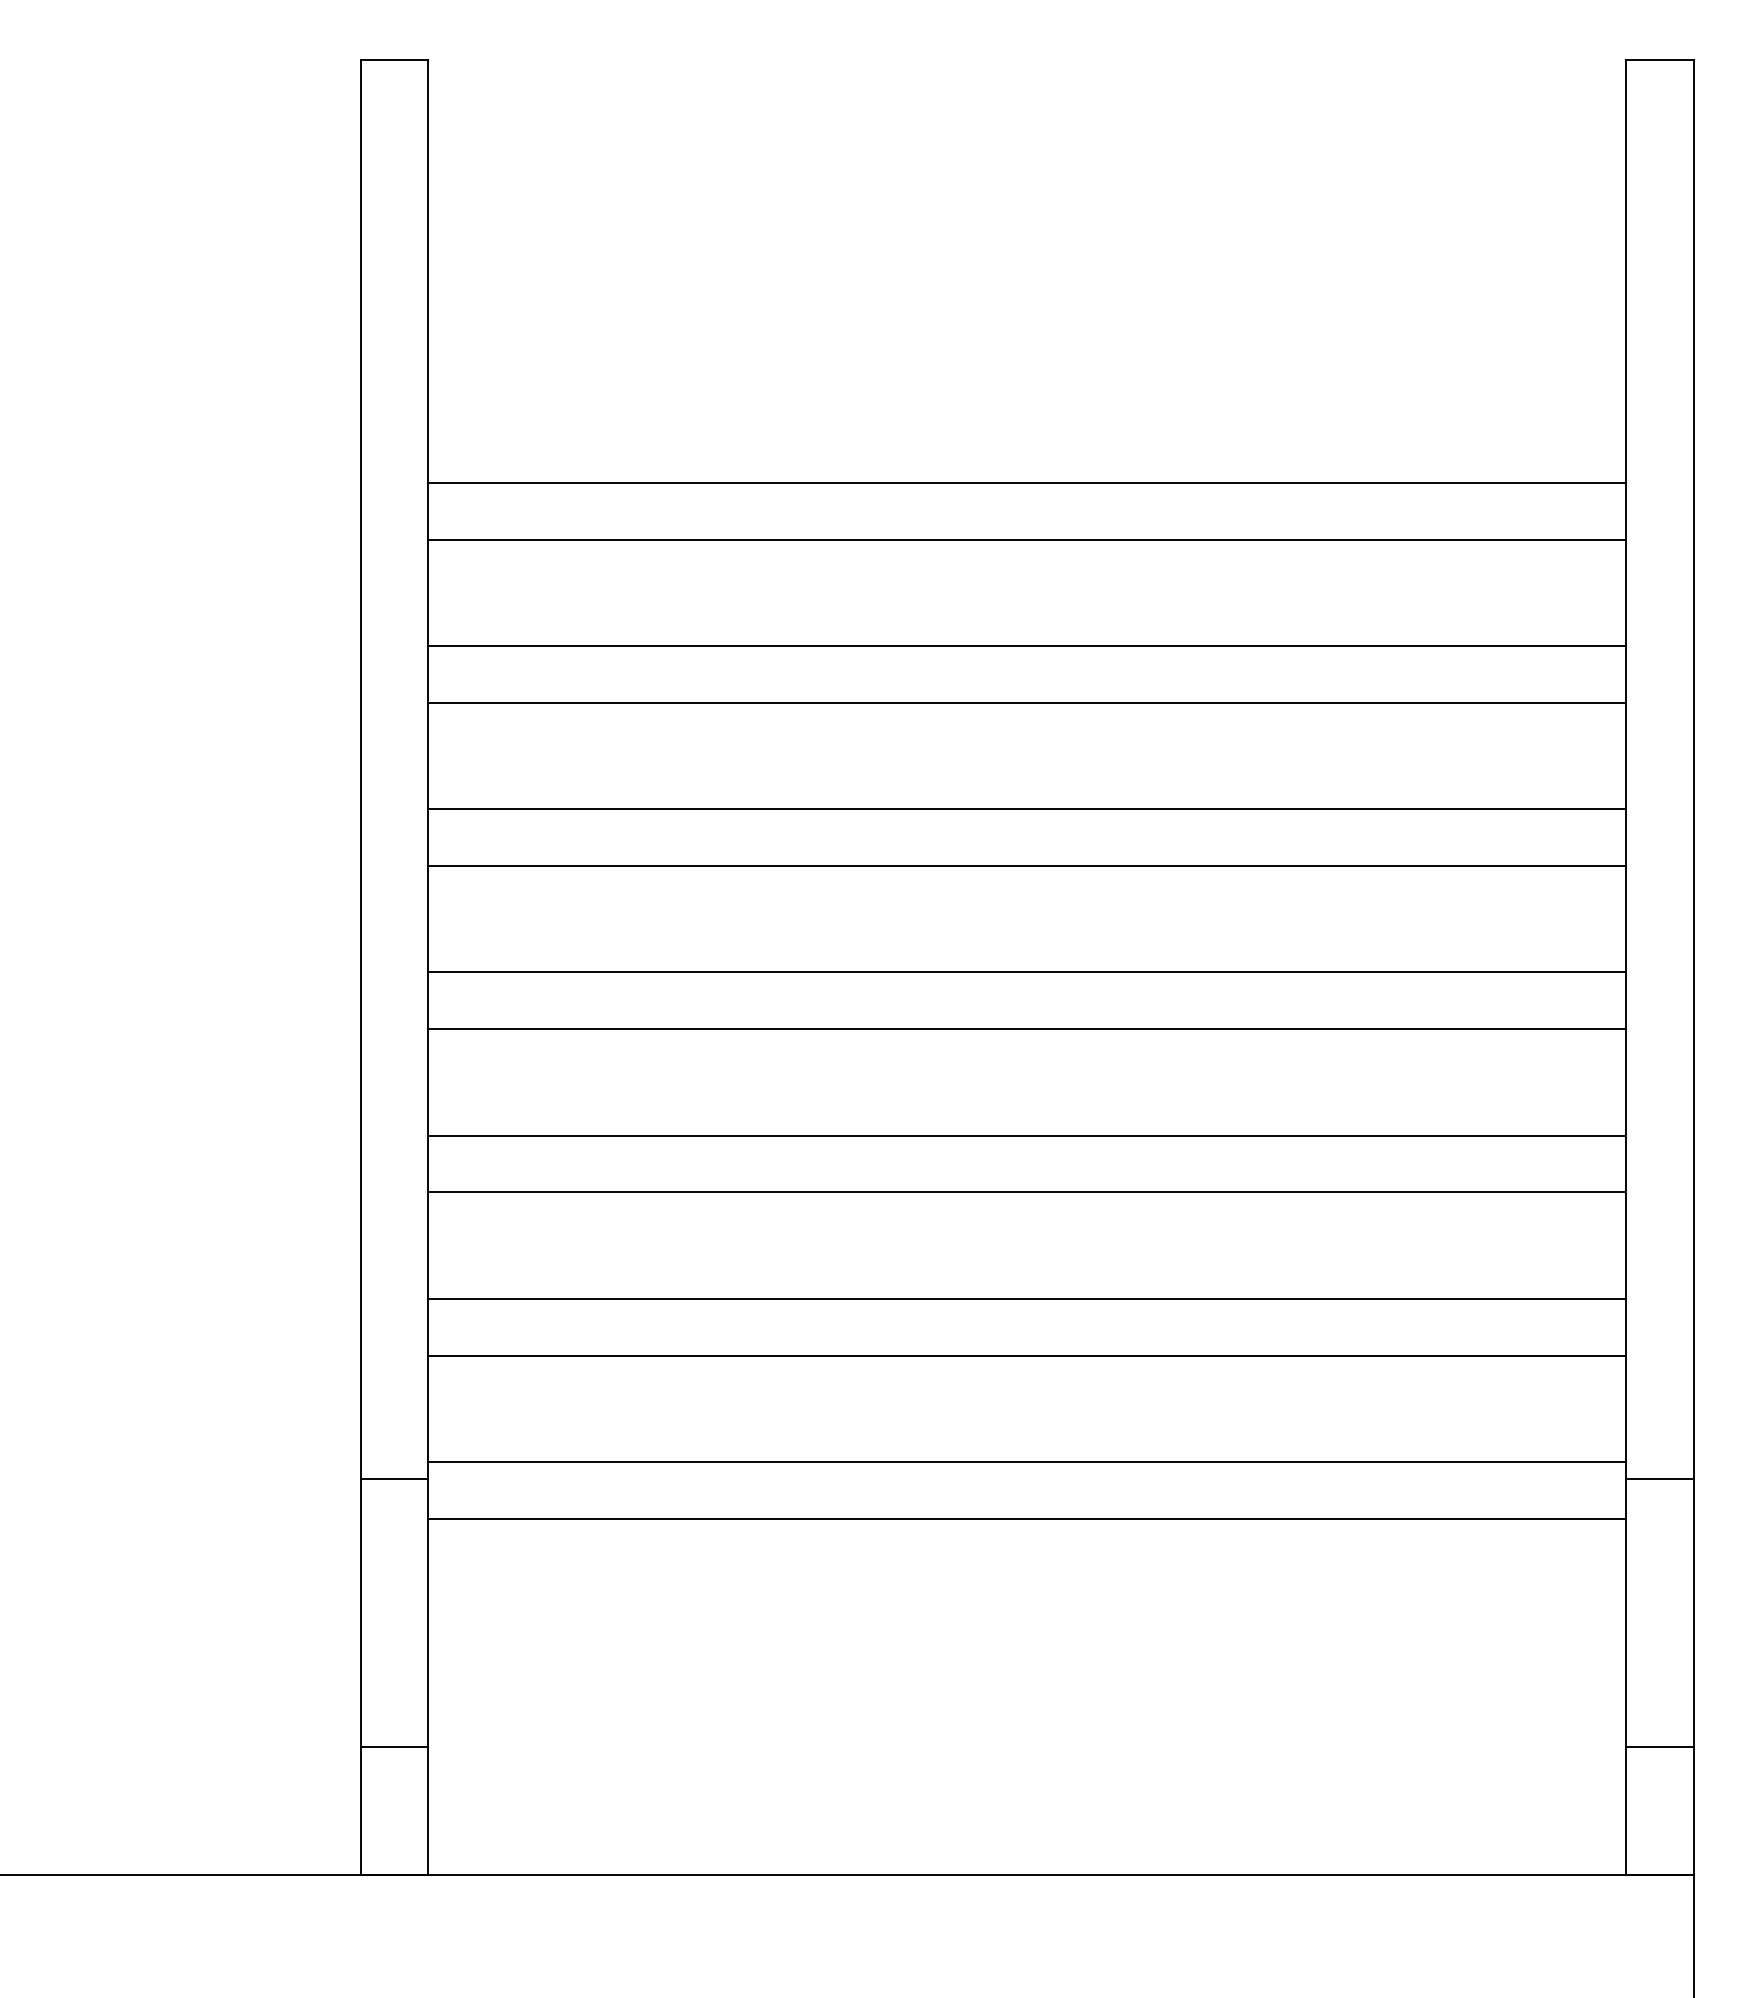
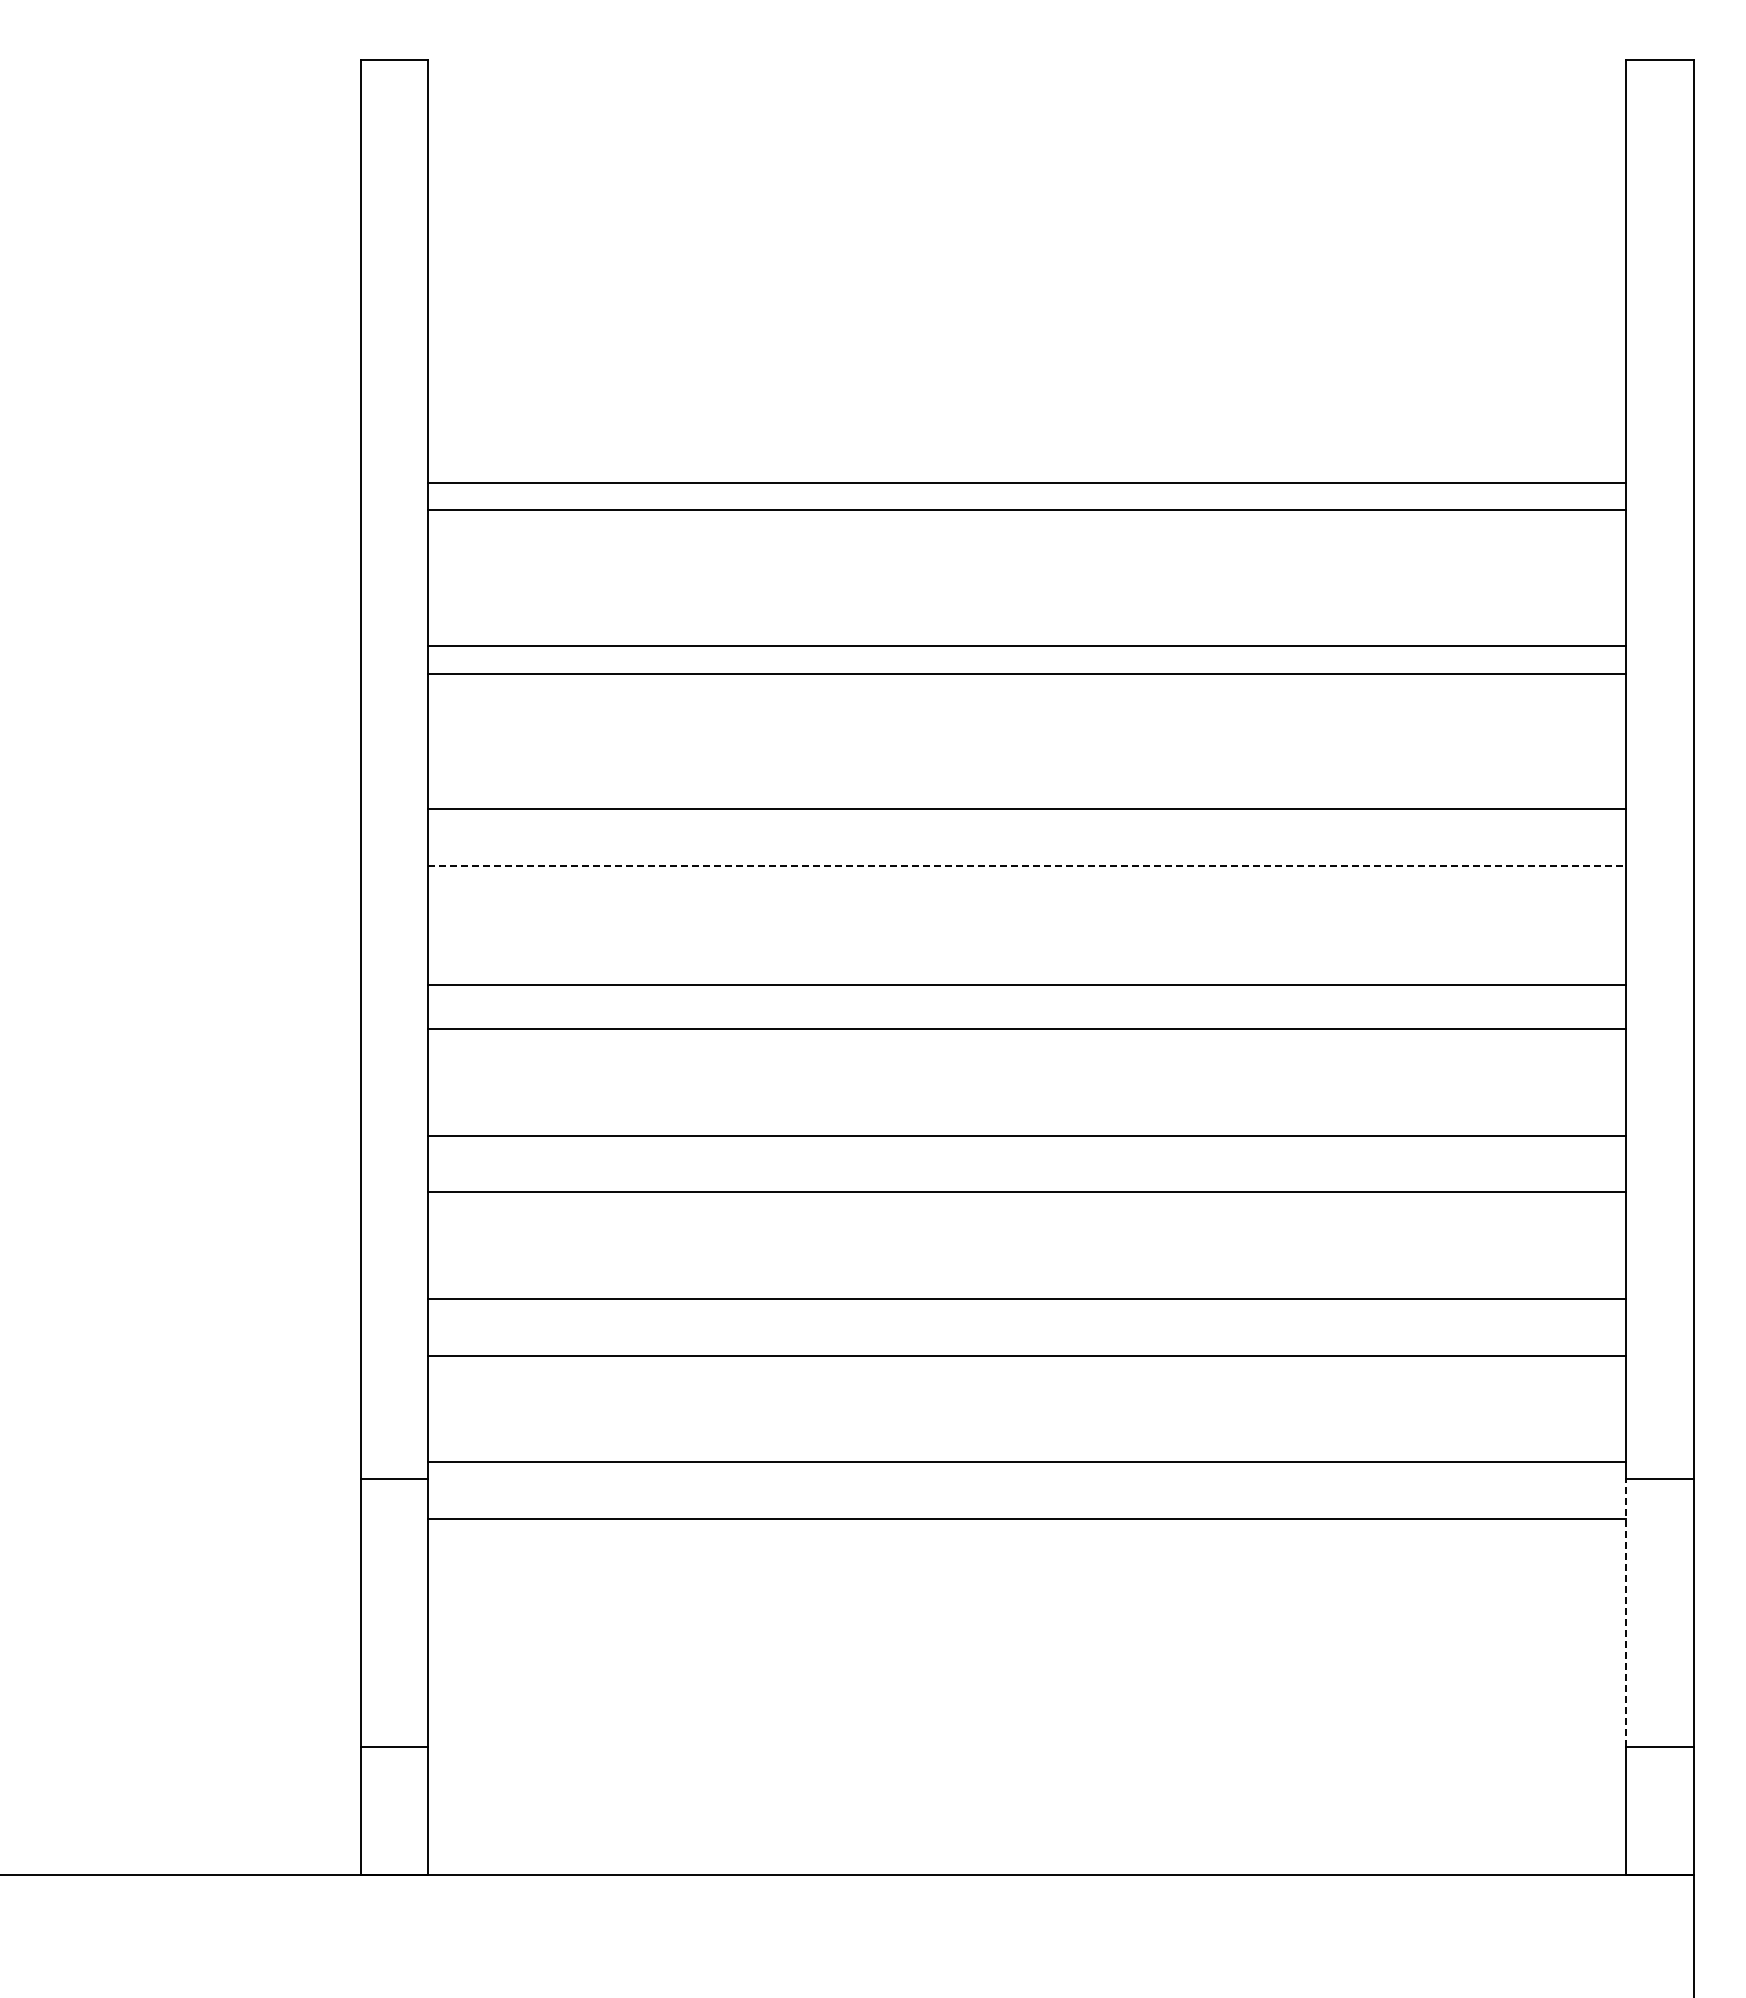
line at (1027, 539) position: (1027, 539) -> (1027, 509)
line at (1027, 702) position: (1027, 702) -> (1027, 673)
line at (1027, 865): solid -> dashed
line at (1027, 972) position: (1027, 972) -> (1027, 985)
line at (1626, 1612): solid -> dashed
